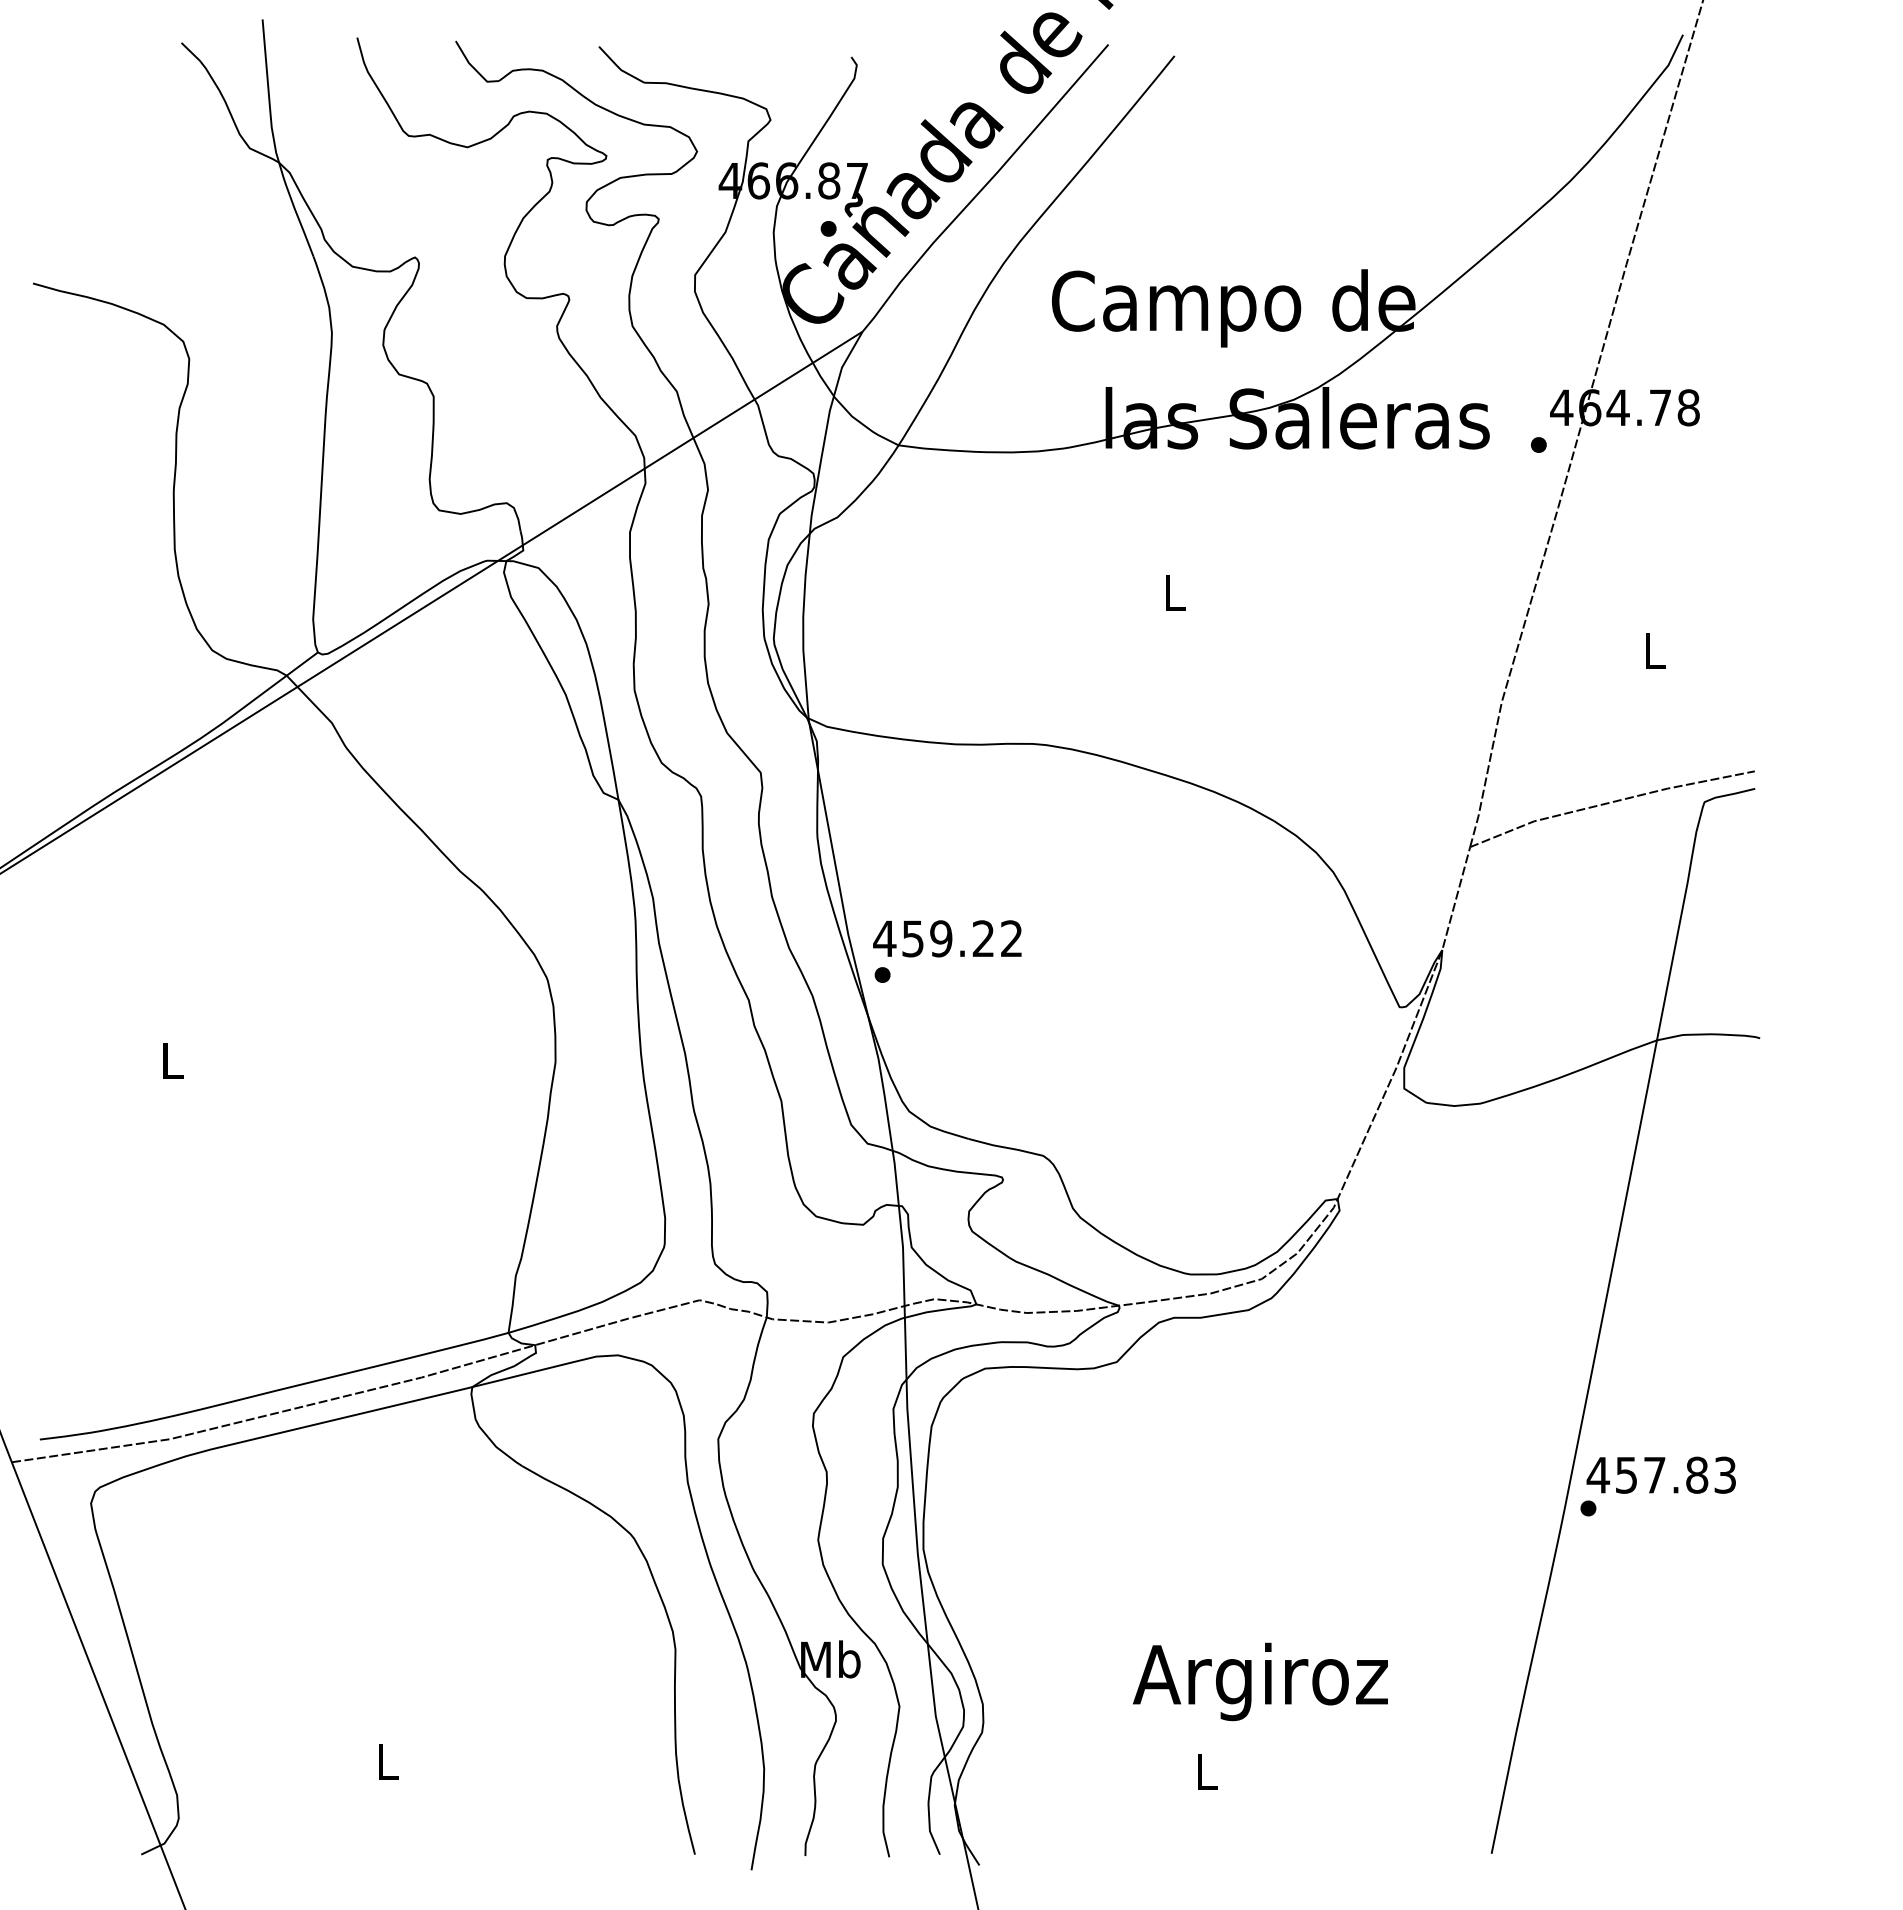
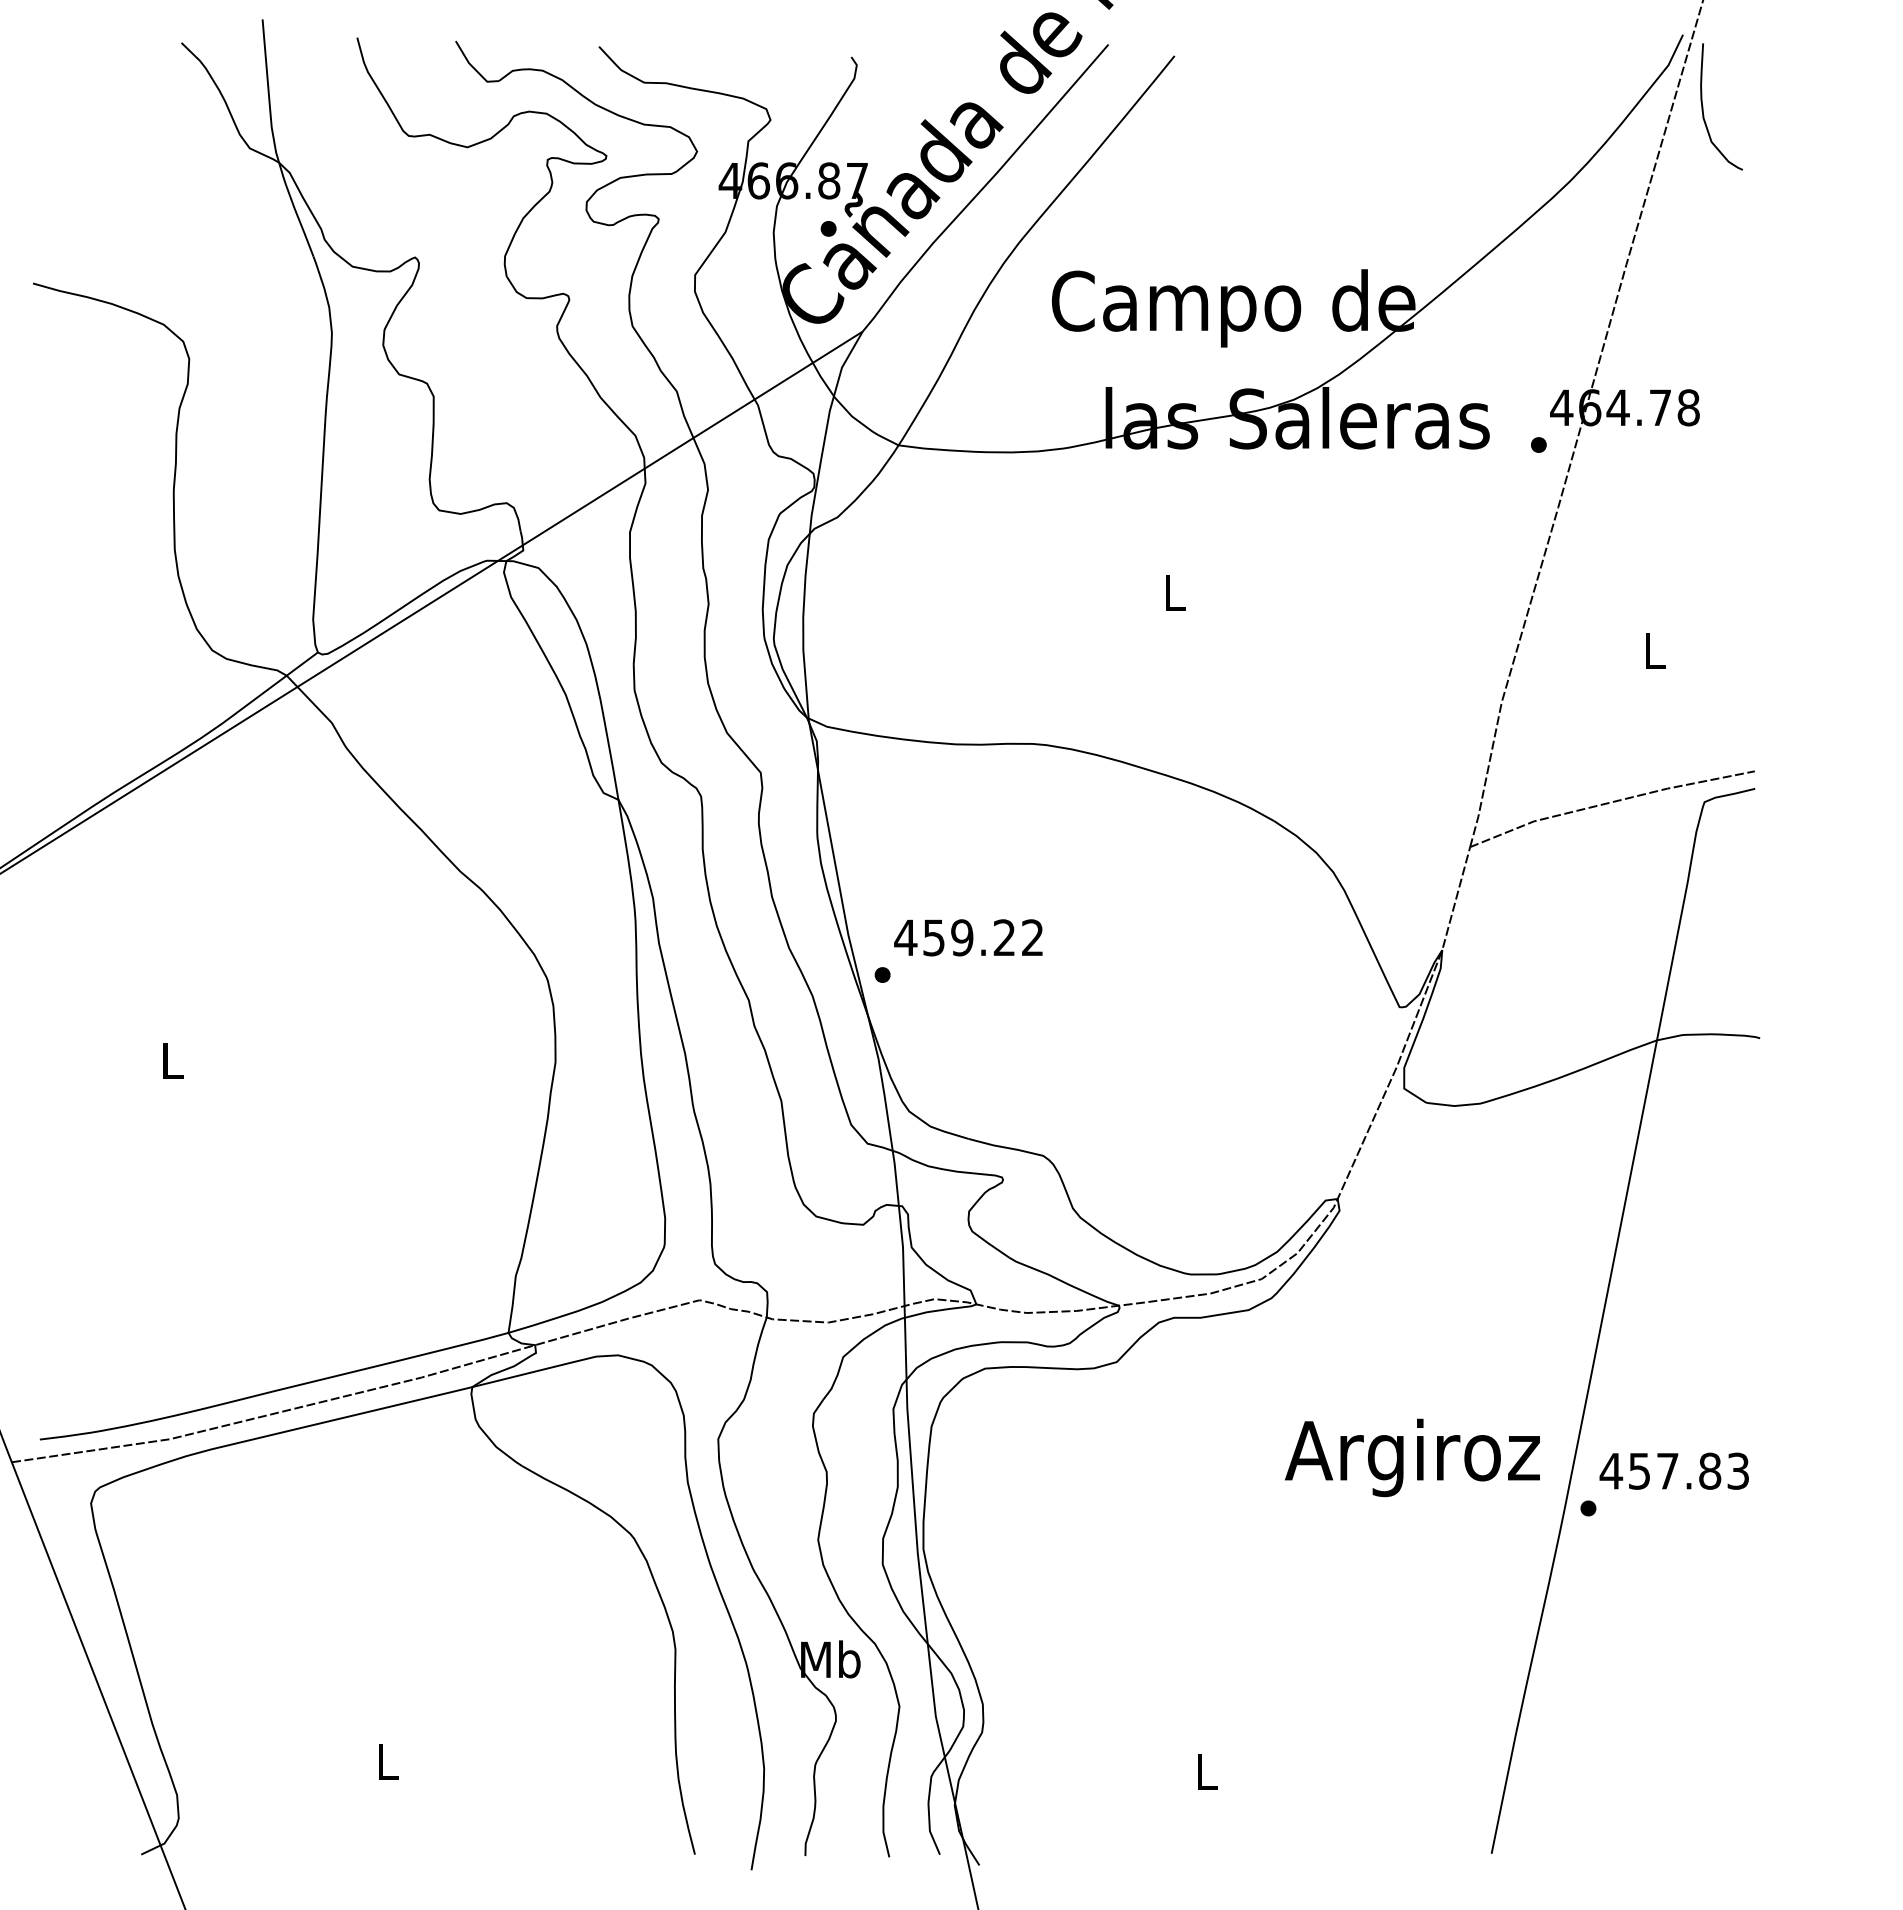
curve at (1703, 106): none -> present
text at (947, 938) position: (947, 938) -> (968, 937)
text at (1660, 1474) position: (1660, 1474) -> (1673, 1470)
text at (1260, 1681) position: (1260, 1681) -> (1412, 1457)
